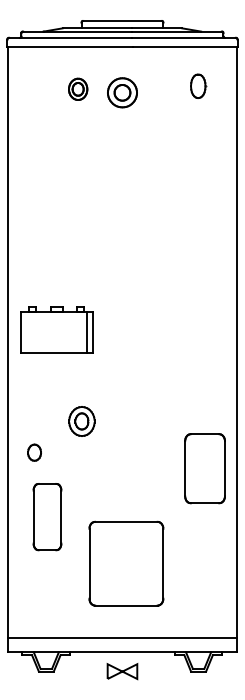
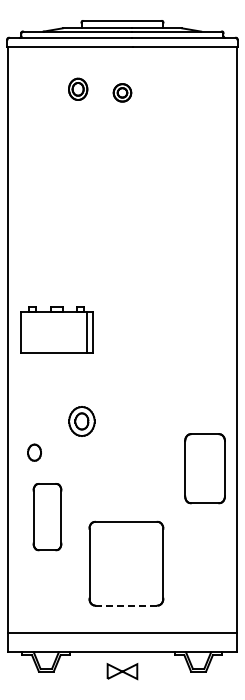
part at (198, 85): present -> none
part at (122, 92) size: 31x32 px -> 21x20 px
line at (126, 605): solid -> dashed
line at (122, 638) position: (122, 638) -> (122, 633)
